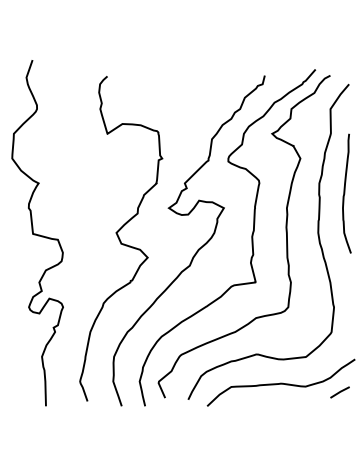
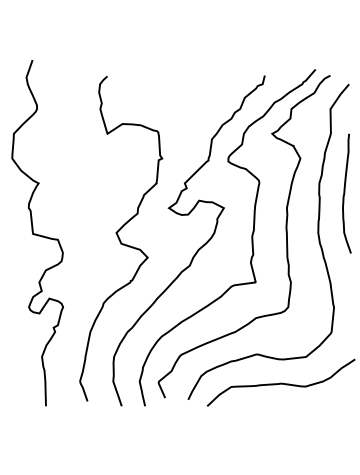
line at (339, 392): present -> none
